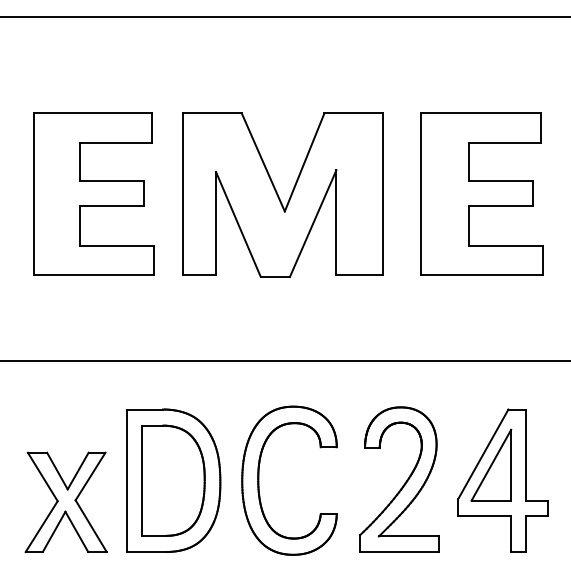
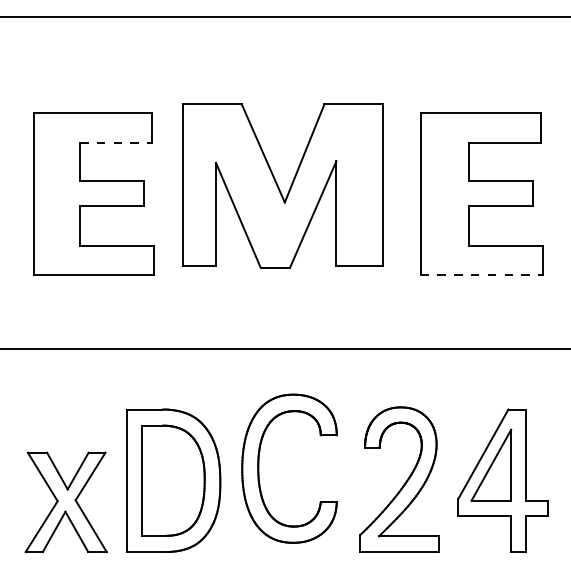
line at (116, 142): solid -> dashed
part at (282, 194) position: (282, 194) -> (282, 185)
line at (482, 275): solid -> dashed
line at (284, 361) position: (284, 361) -> (284, 349)
part at (259, 480) position: (259, 480) -> (259, 468)
